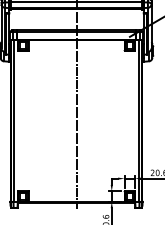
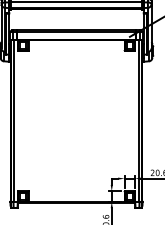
line at (76, 105): present -> none
